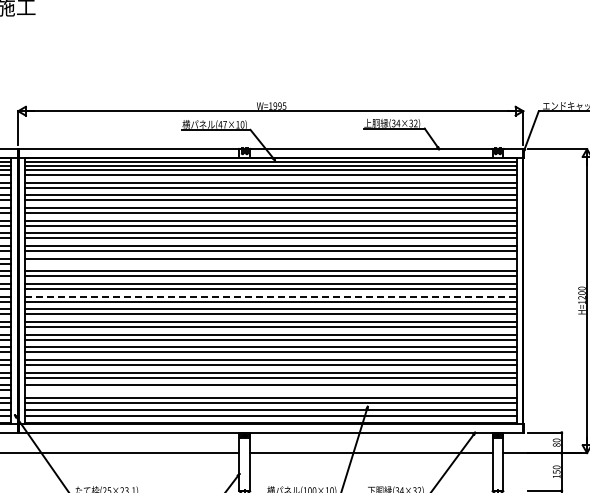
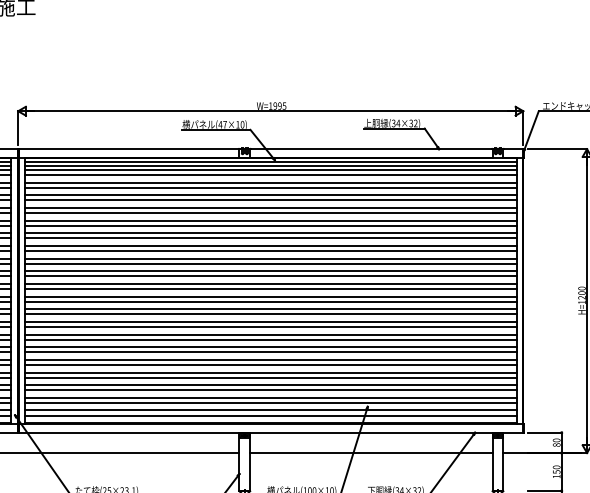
line at (270, 263): none -> present
line at (270, 296): dashed -> solid
line at (270, 390): none -> present
